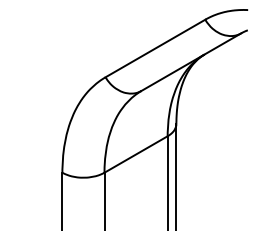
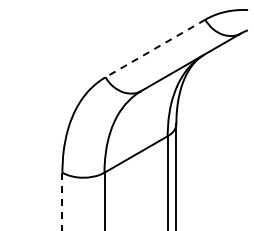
line at (155, 48): solid -> dashed
line at (62, 201): solid -> dashed
